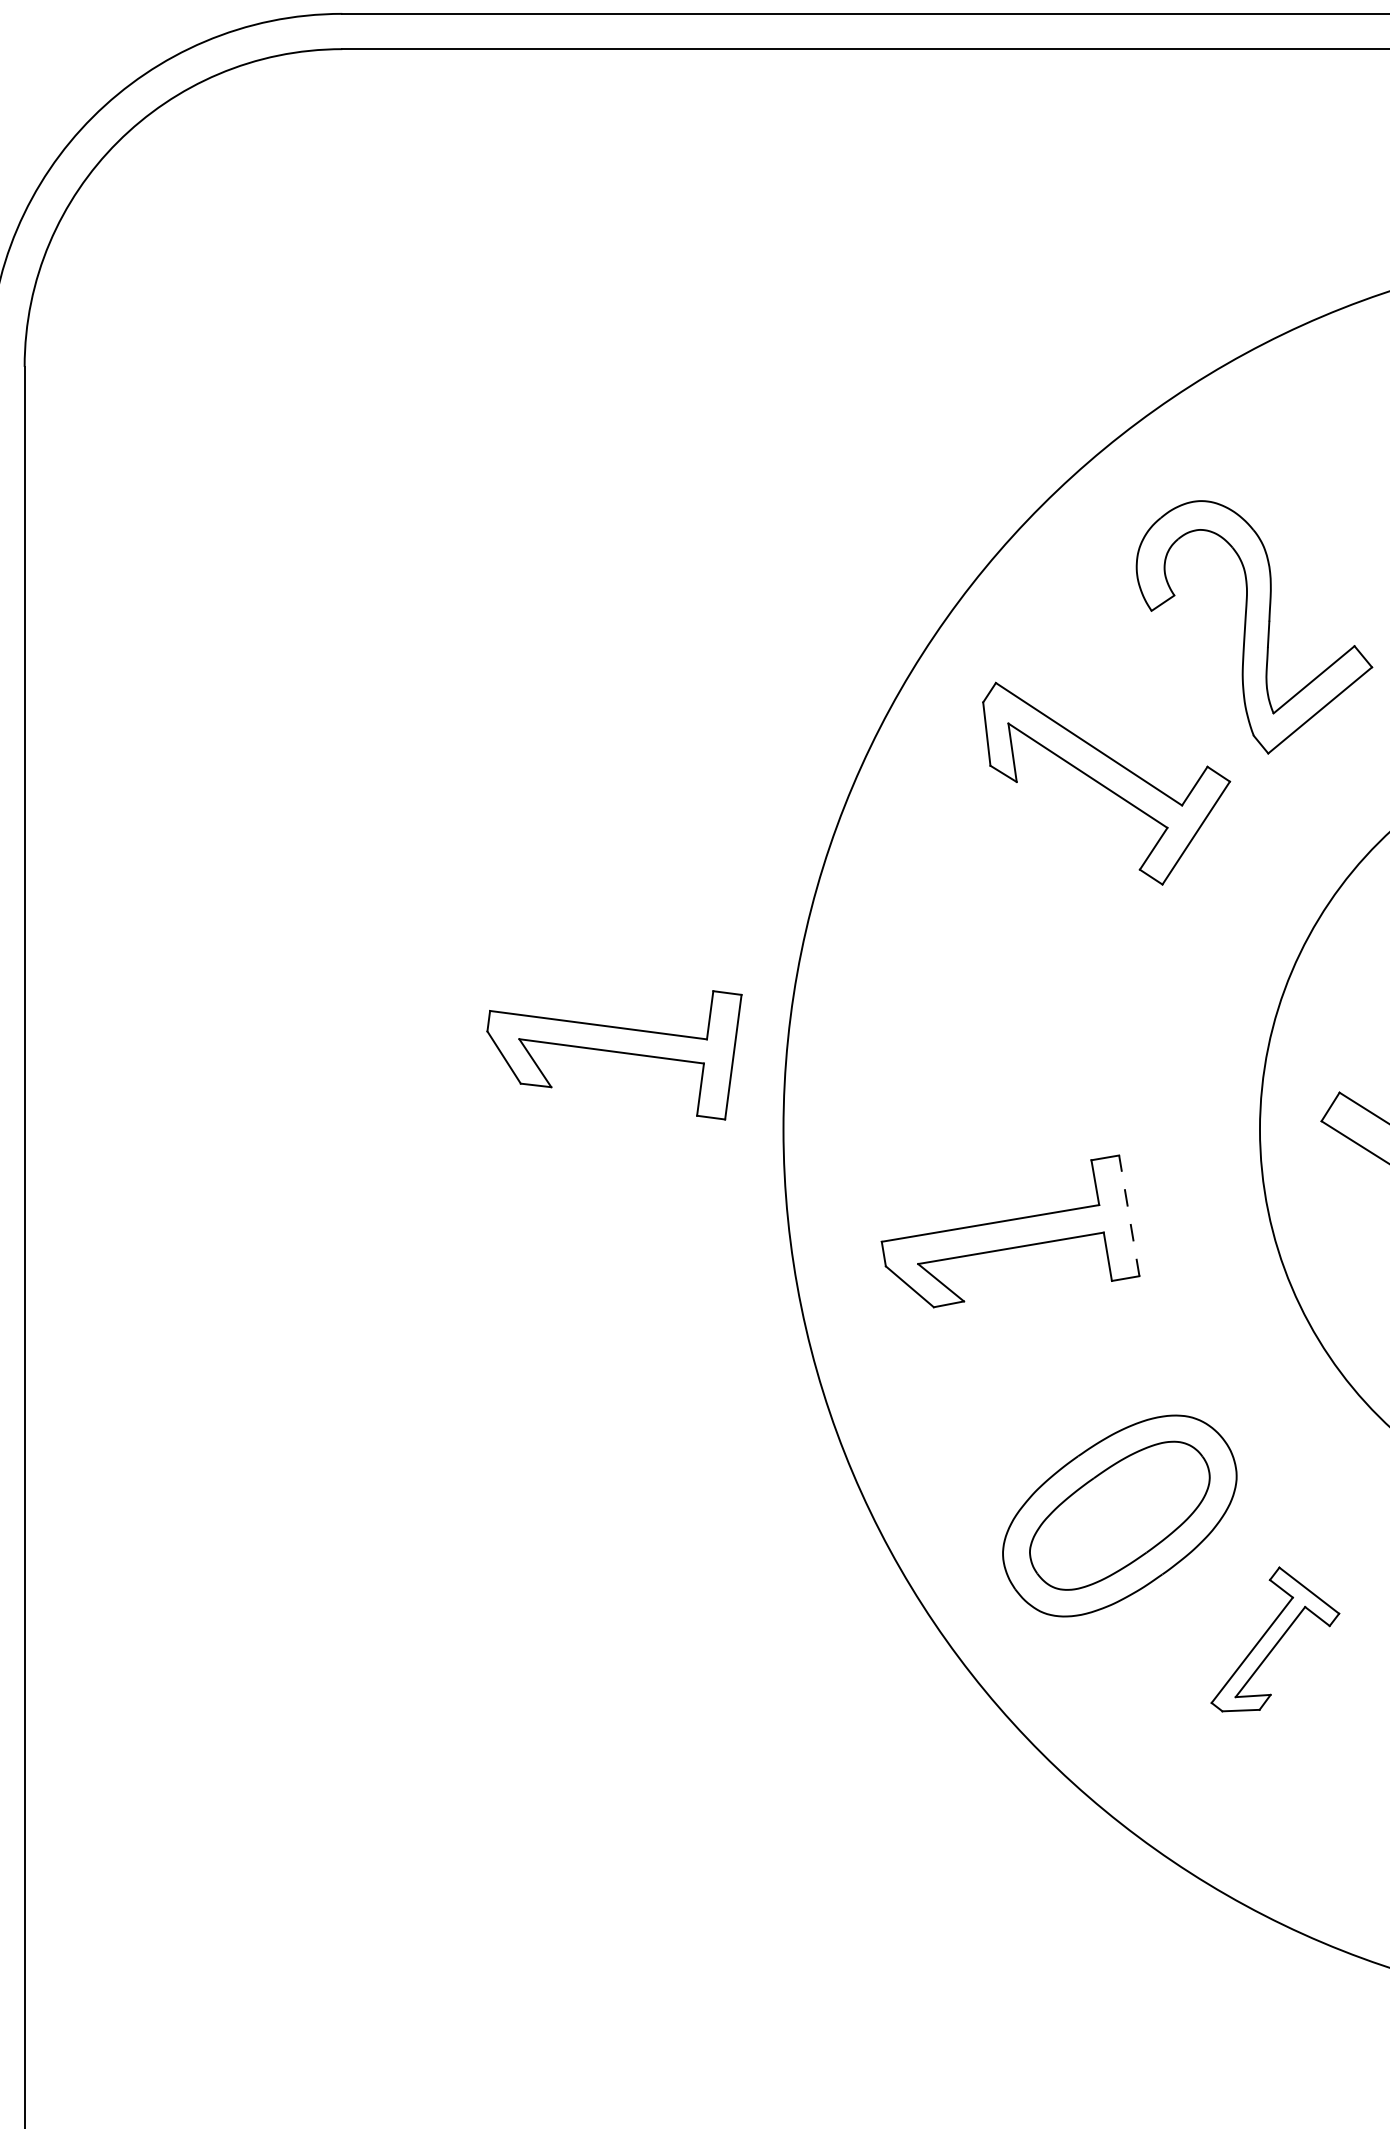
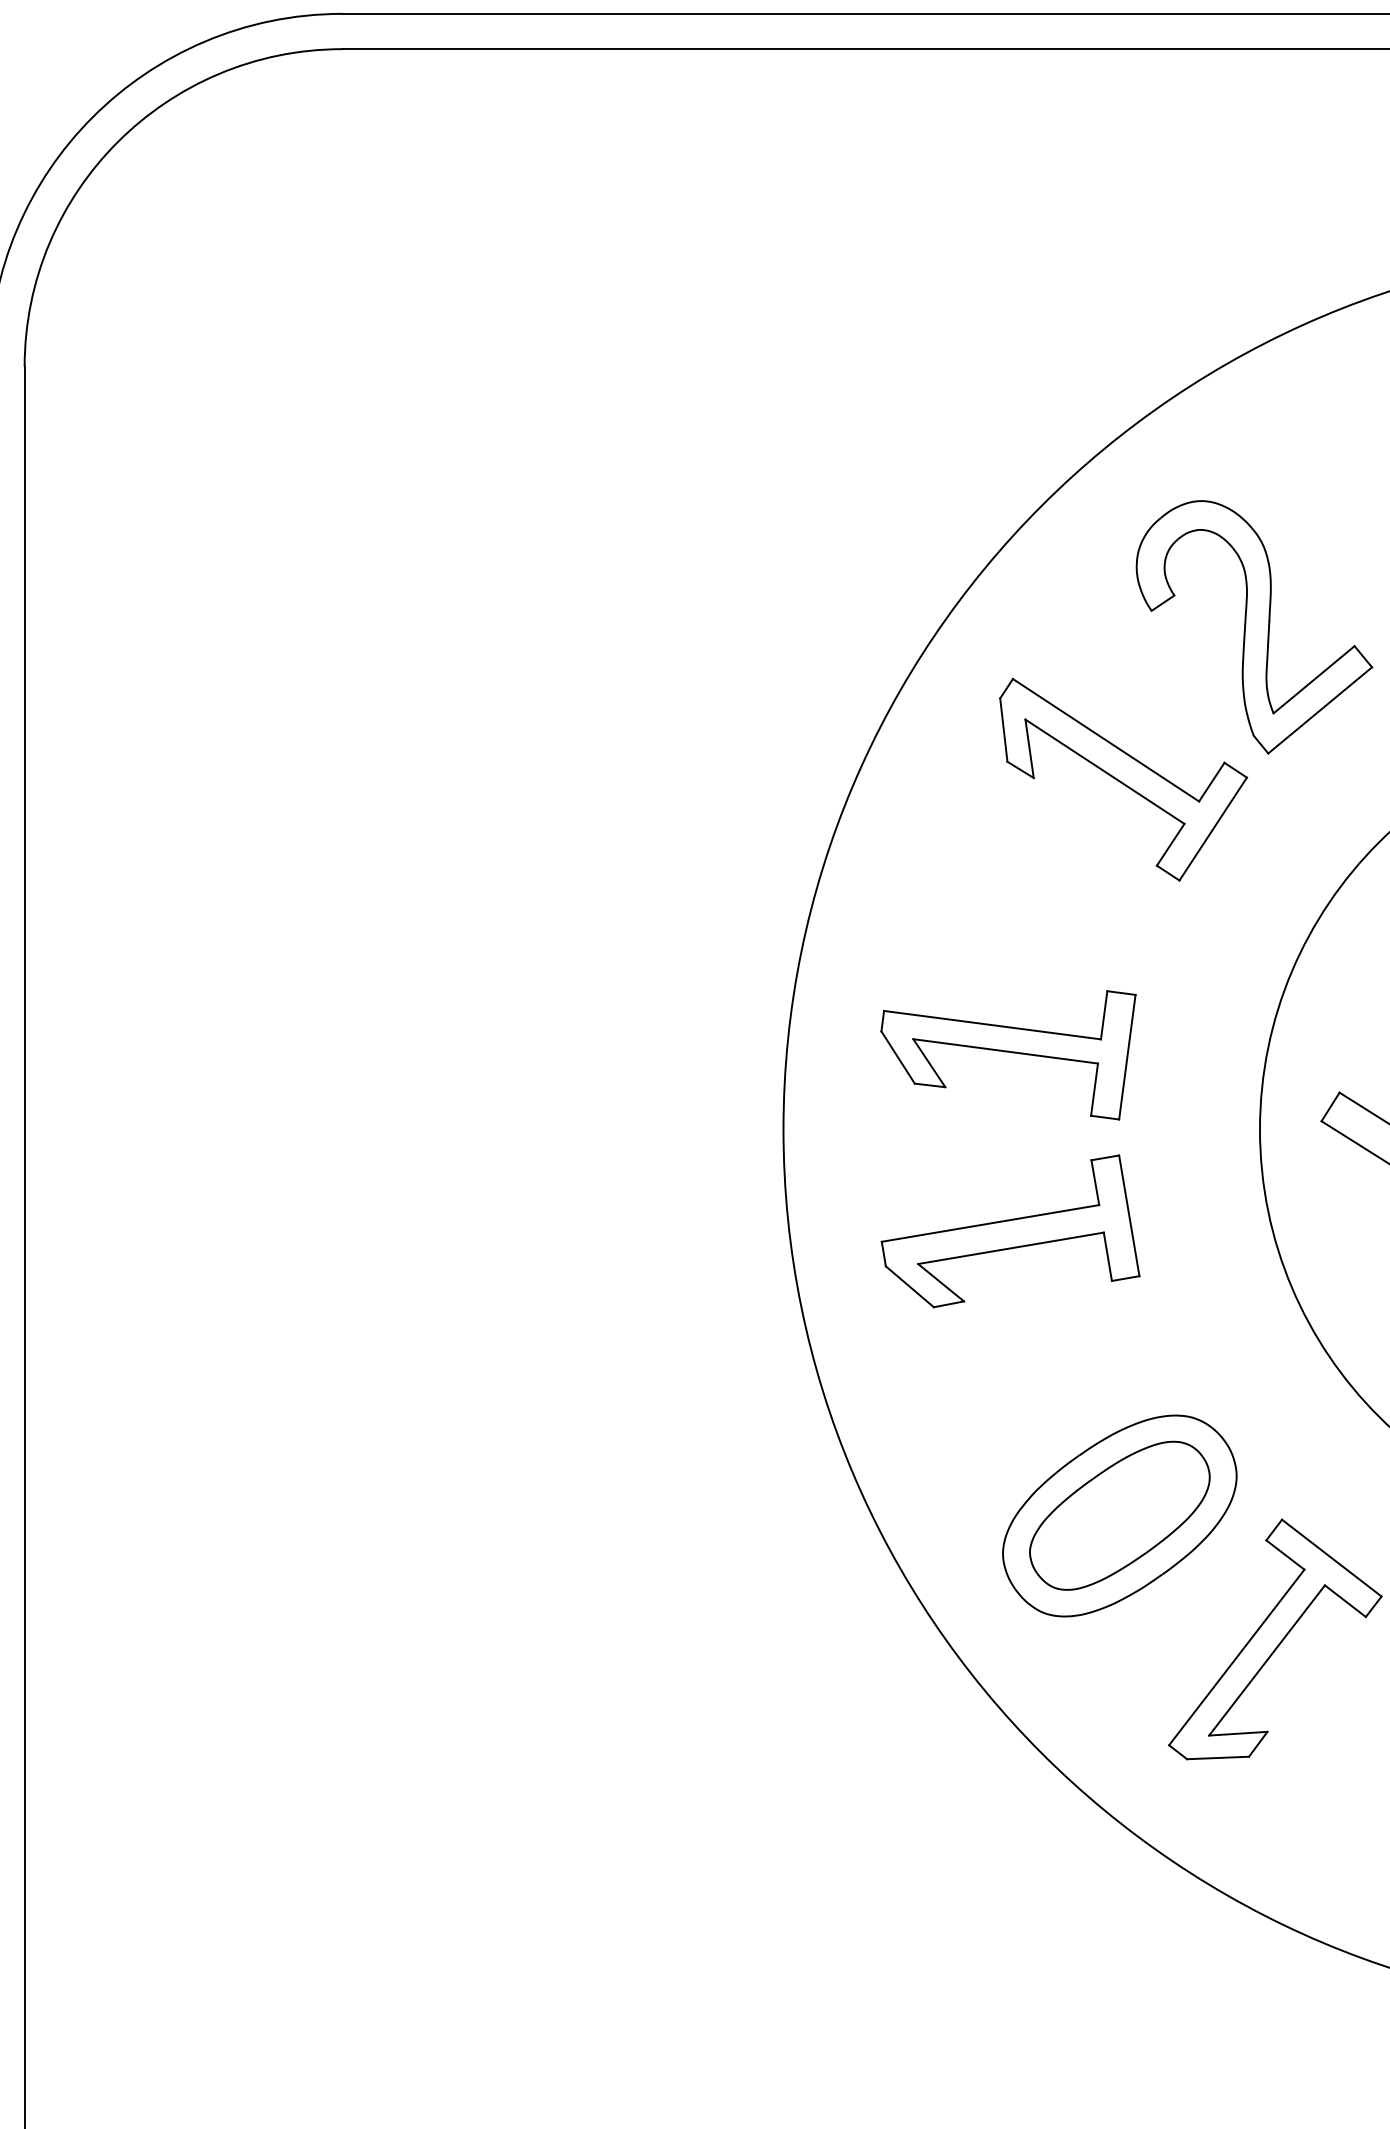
part at (1106, 783) position: (1106, 783) -> (1123, 779)
part at (614, 1055) position: (614, 1055) -> (1008, 1055)
line at (1129, 1215): dashed -> solid
part at (1275, 1639) size: 131x147 px -> 215x243 px
